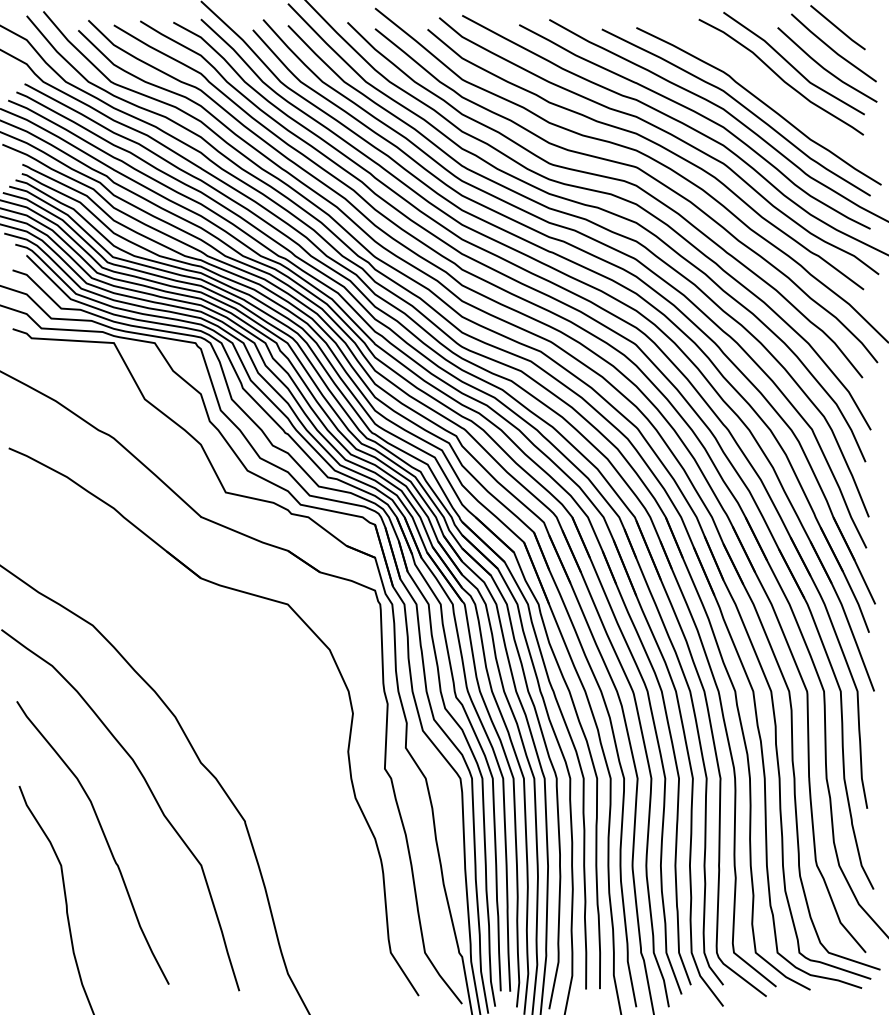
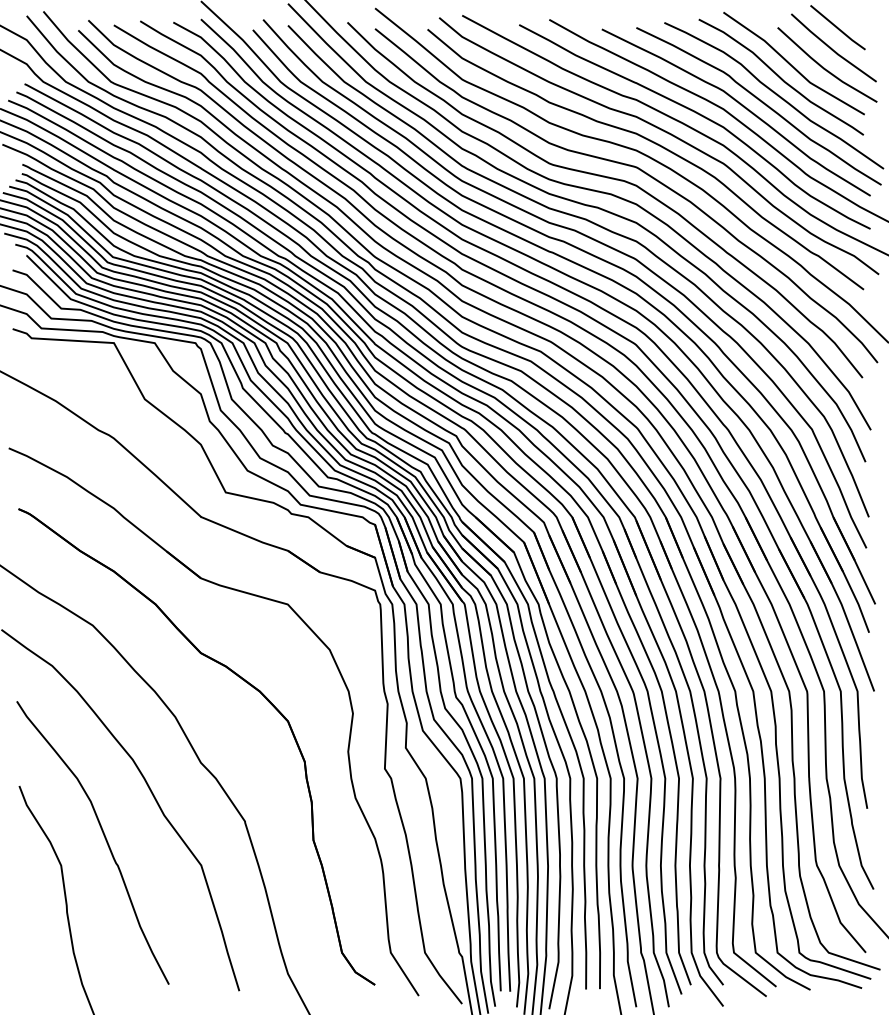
curve at (775, 94): none -> present
part at (245, 682): none -> present
